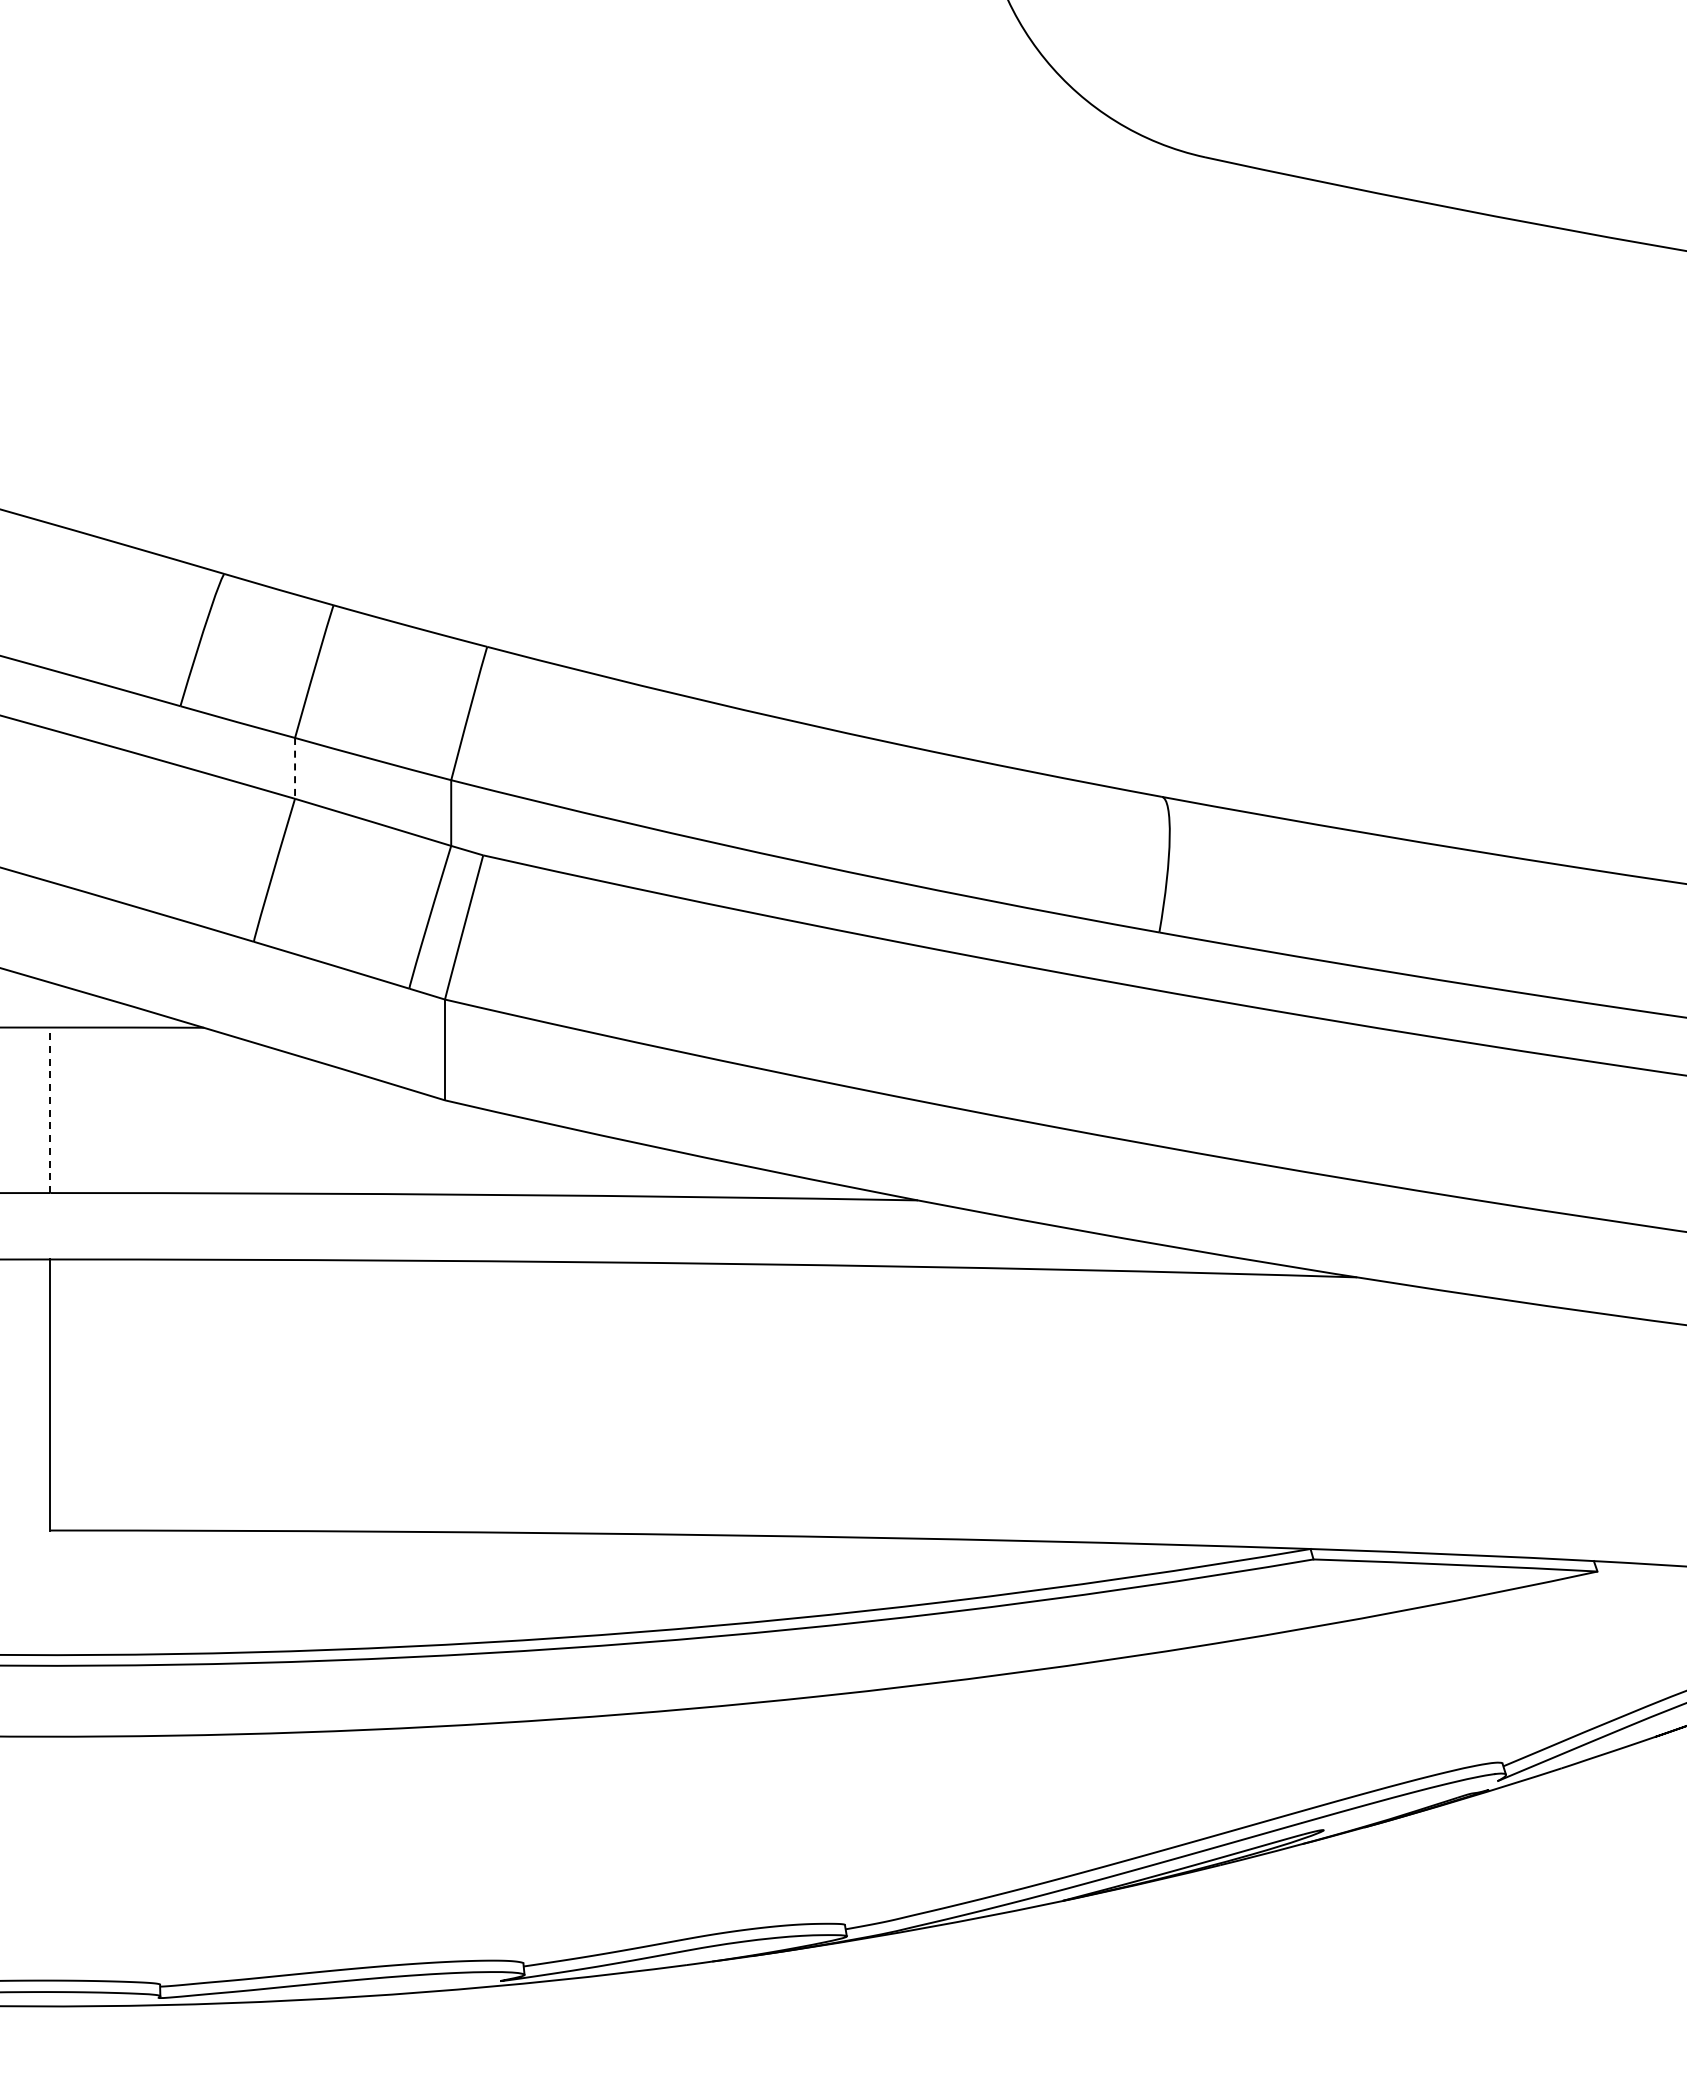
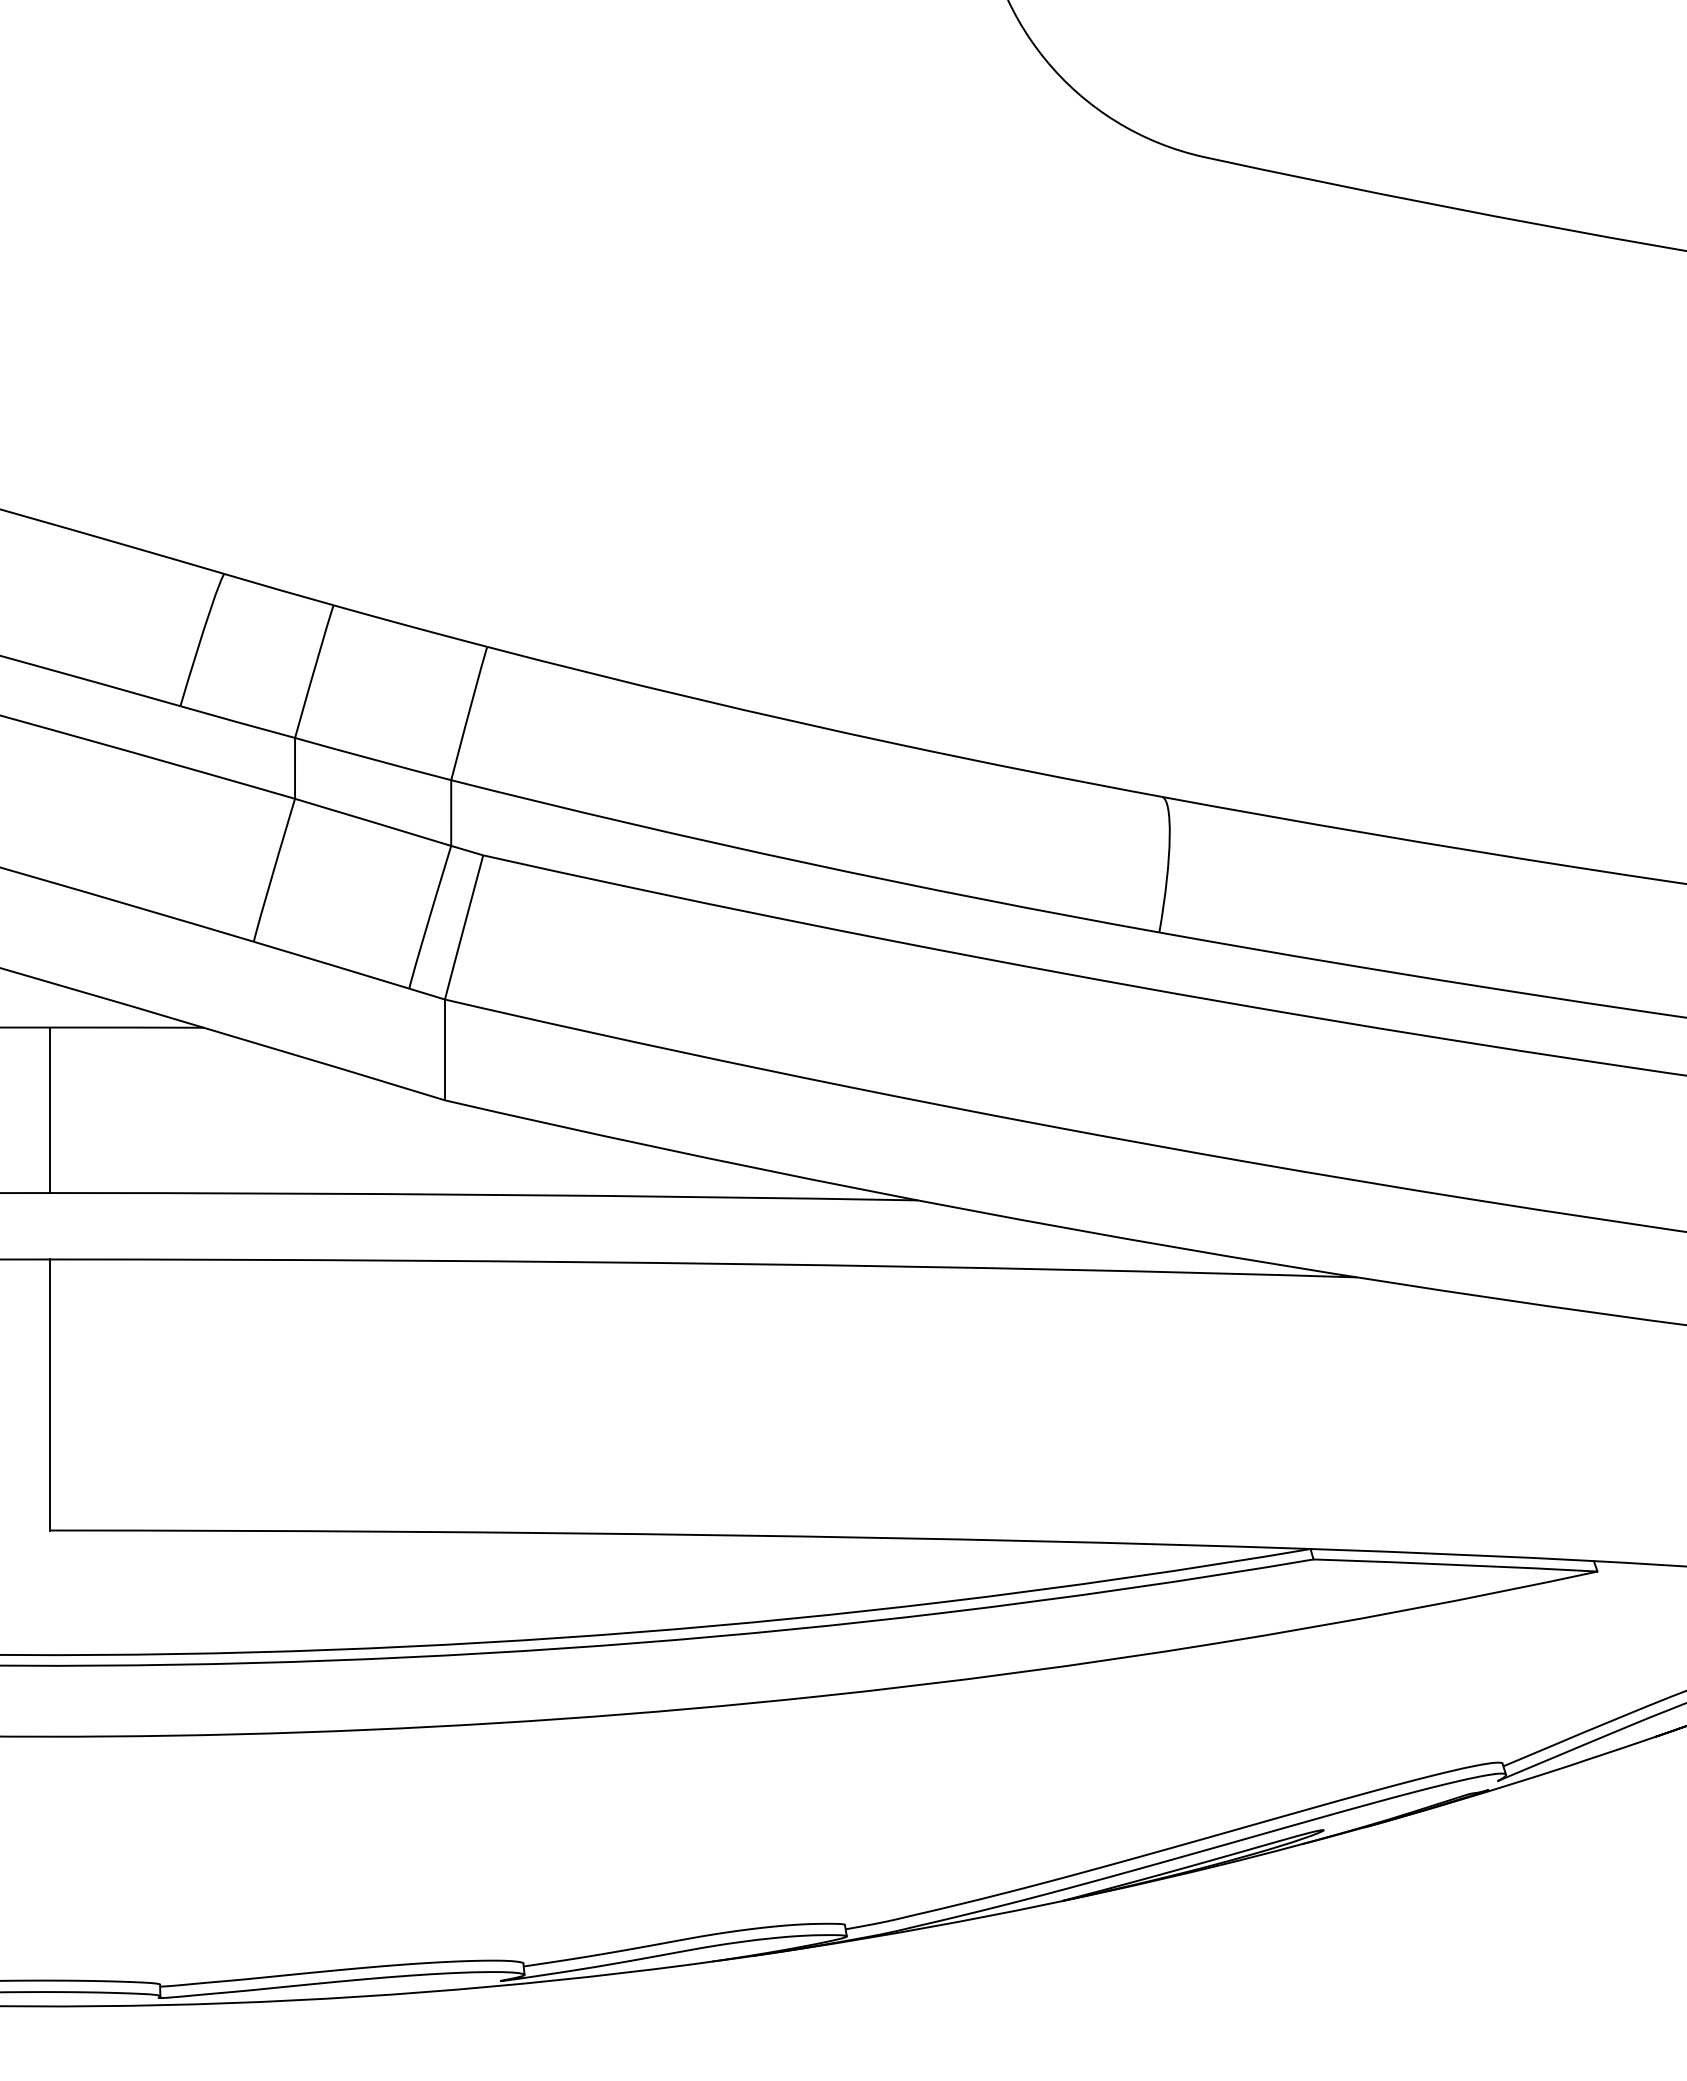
line at (295, 768): dashed -> solid
line at (50, 1110): dashed -> solid
